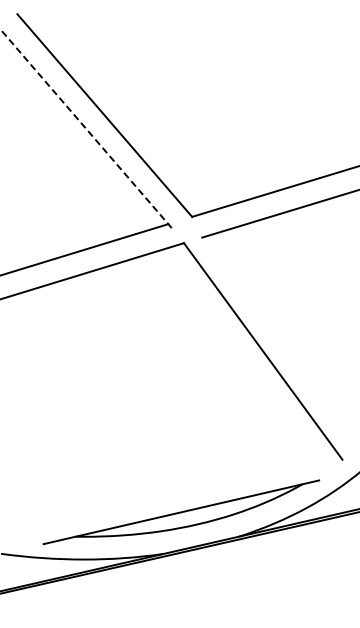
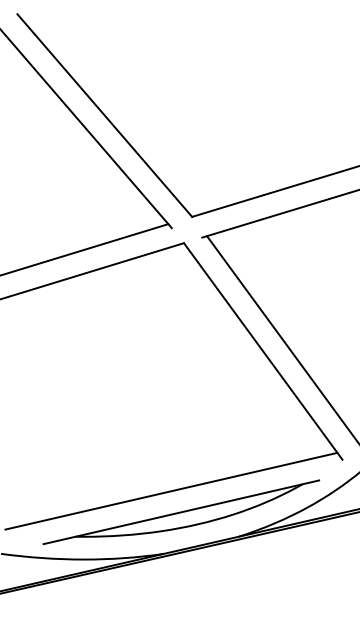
line at (85, 128): dashed -> solid
line at (281, 338): none -> present
line at (171, 490): none -> present
